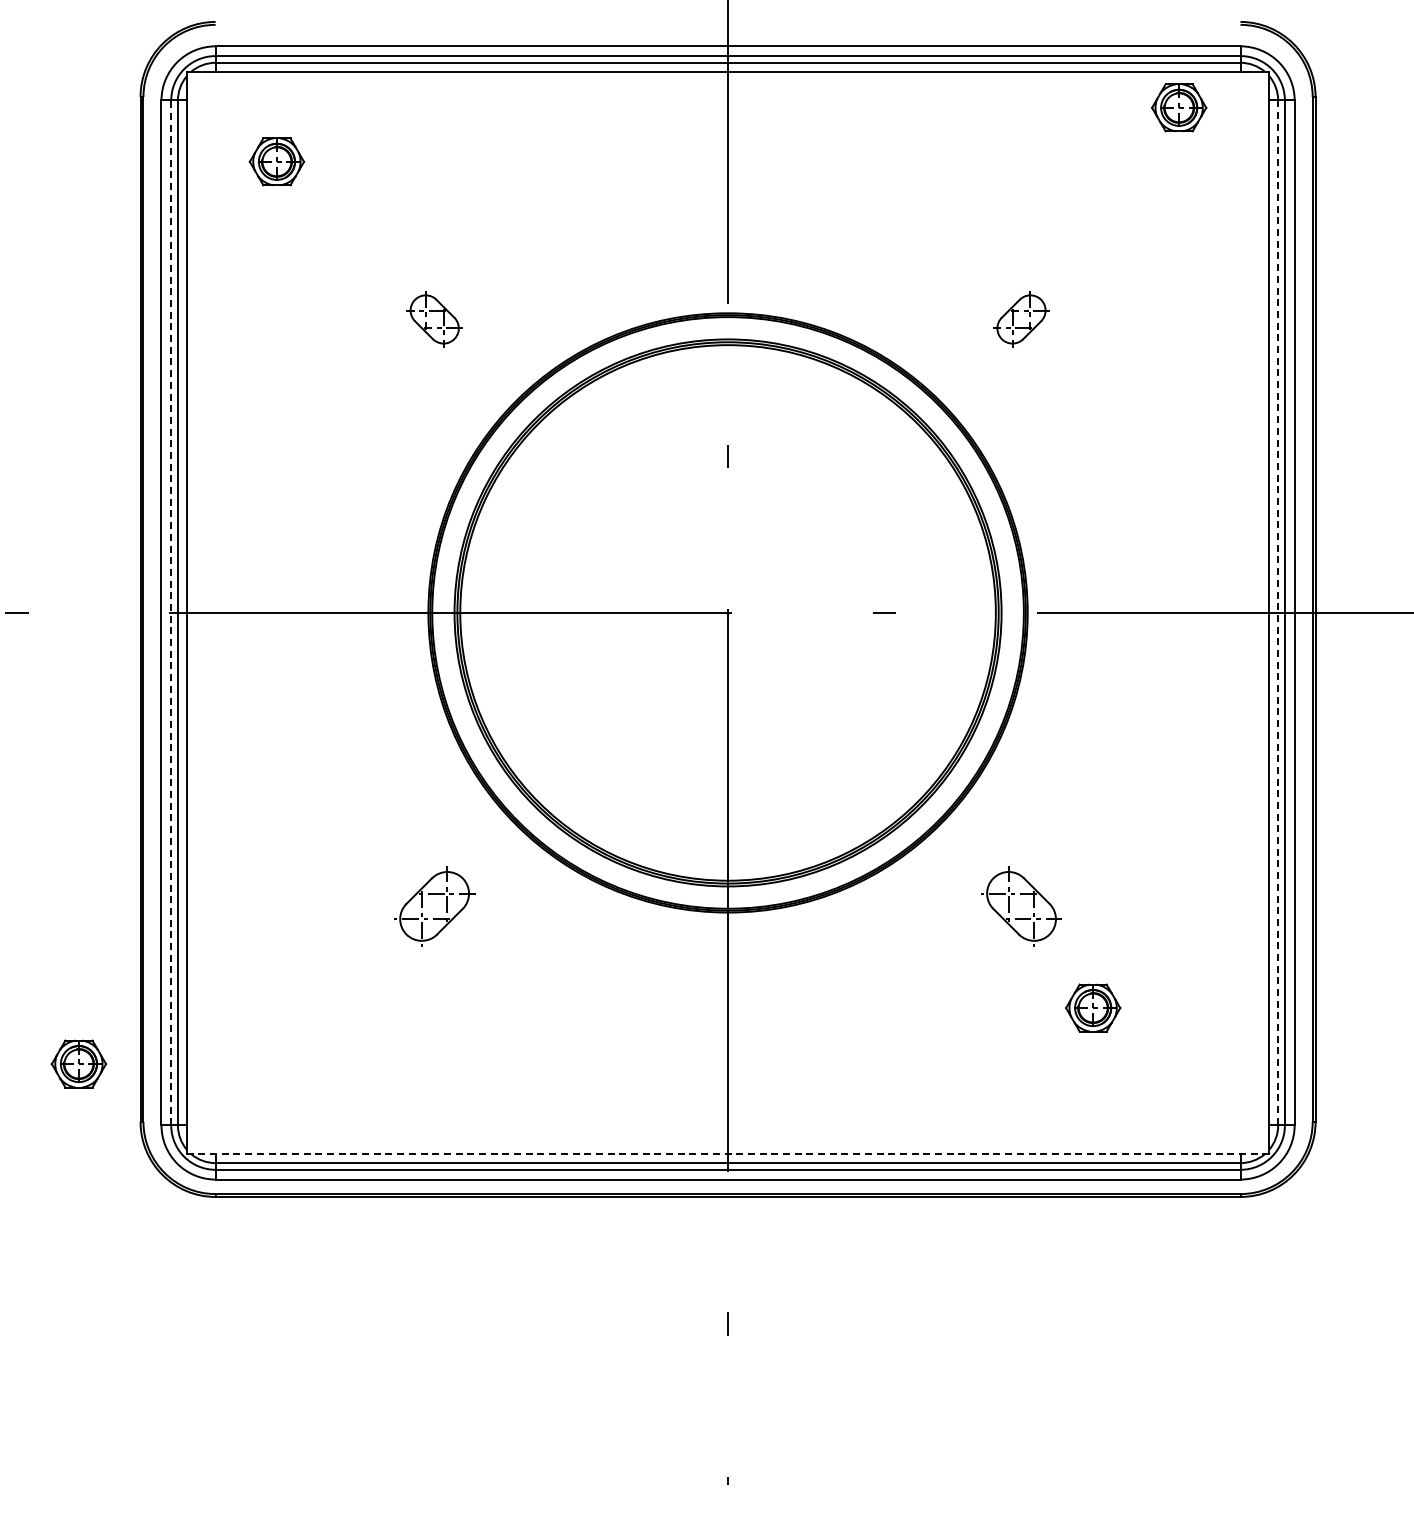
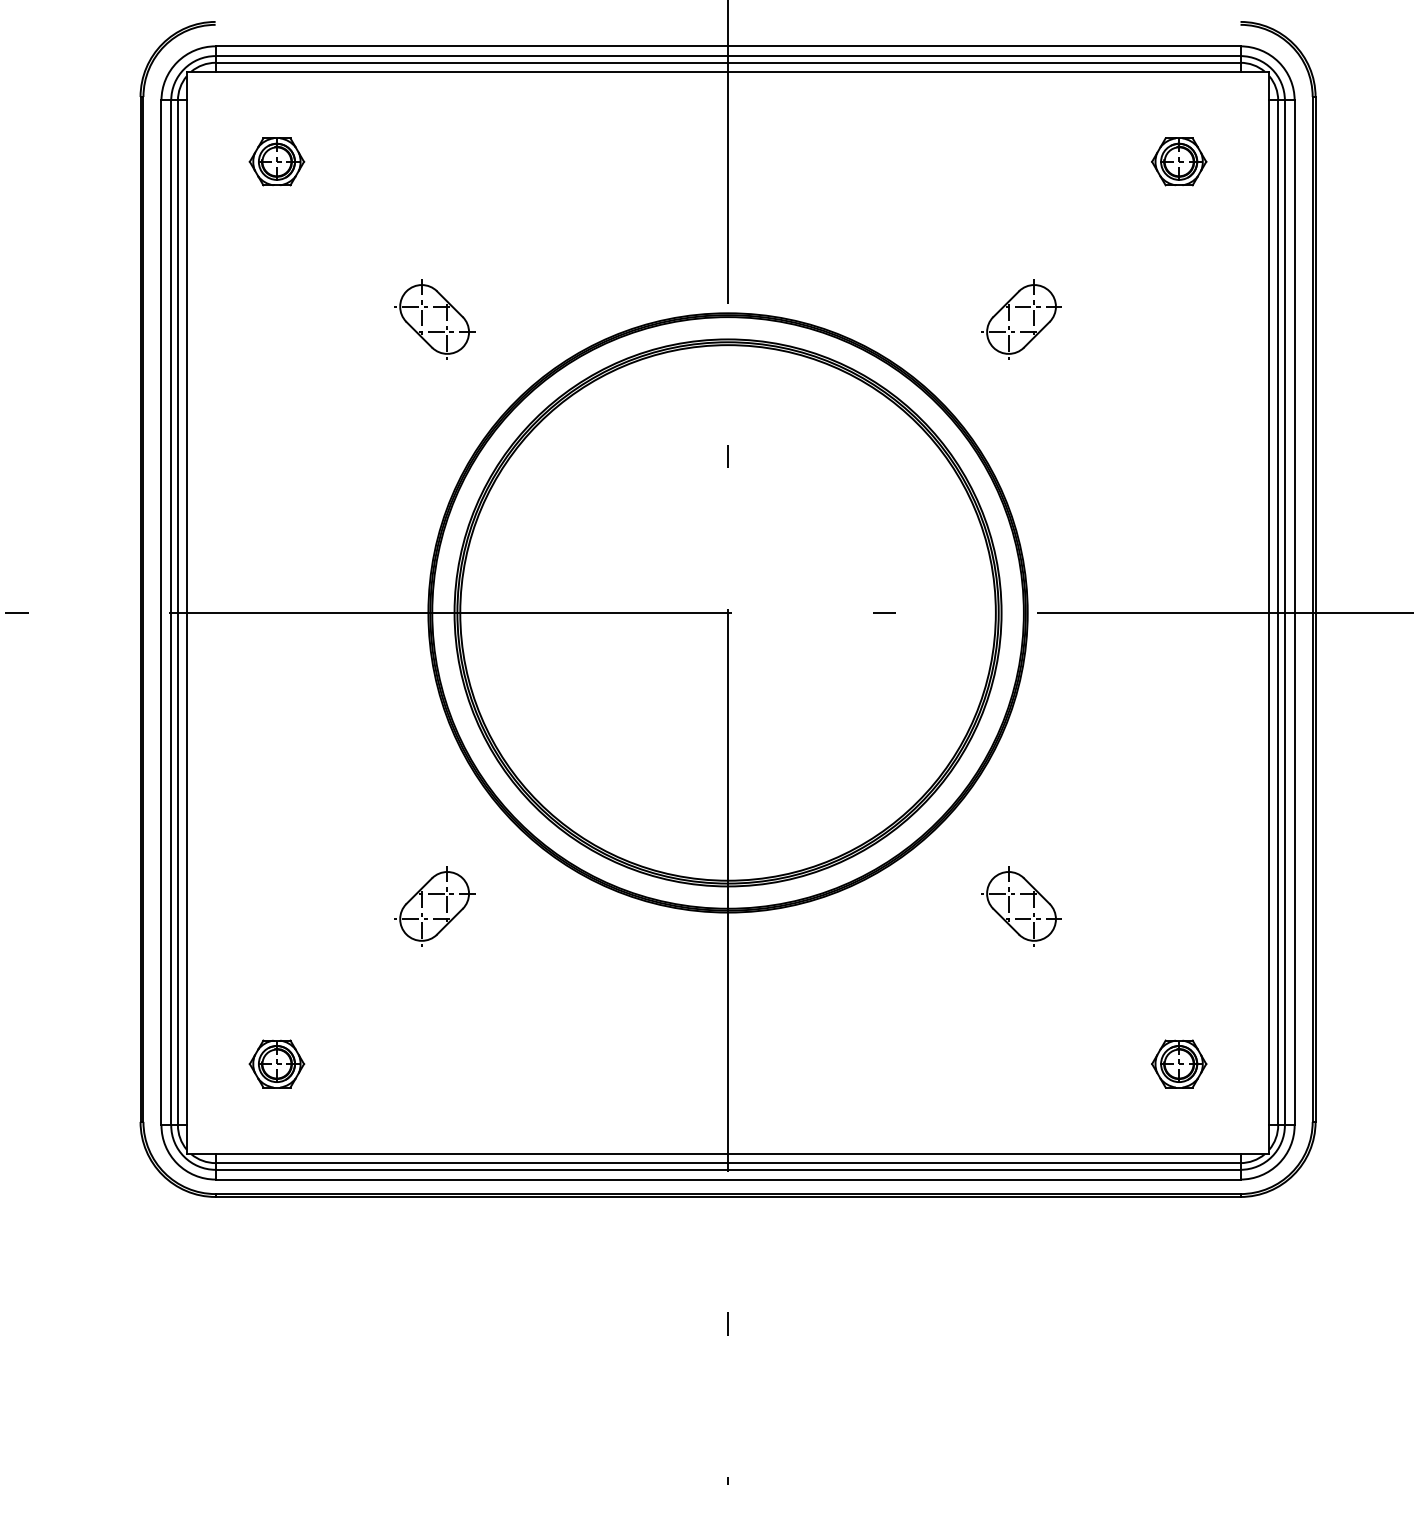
part at (1179, 107) position: (1179, 107) -> (1179, 161)
part at (434, 319) size: 57x57 px -> 82x81 px
part at (1021, 319) size: 57x57 px -> 81x81 px
line at (171, 612): dashed -> solid
line at (1278, 613): dashed -> solid
part at (1093, 1007) position: (1093, 1007) -> (1179, 1063)
part at (78, 1063) position: (78, 1063) -> (276, 1063)
line at (728, 1154): dashed -> solid
